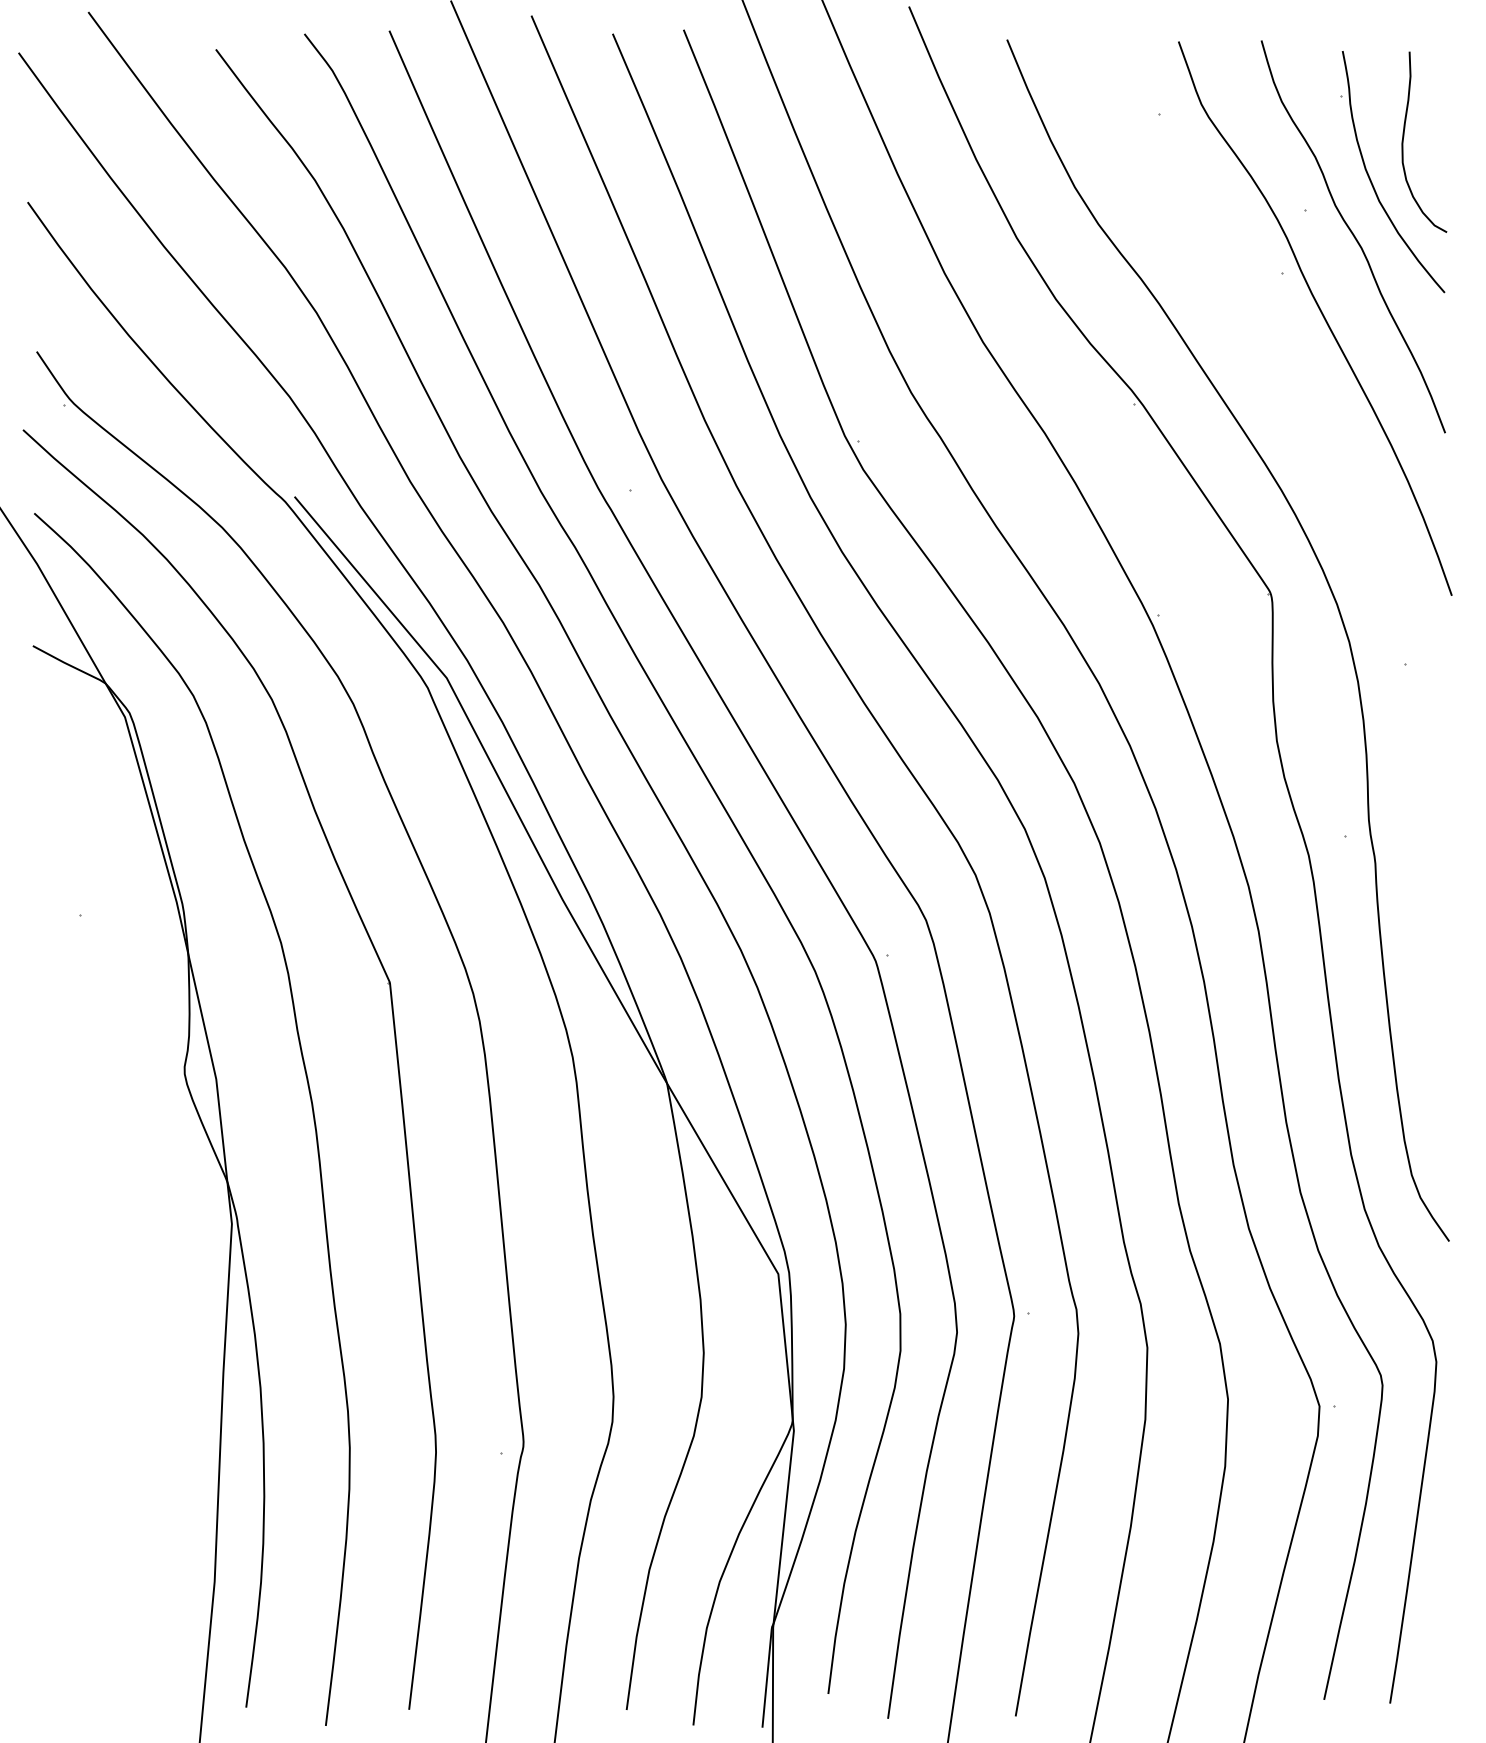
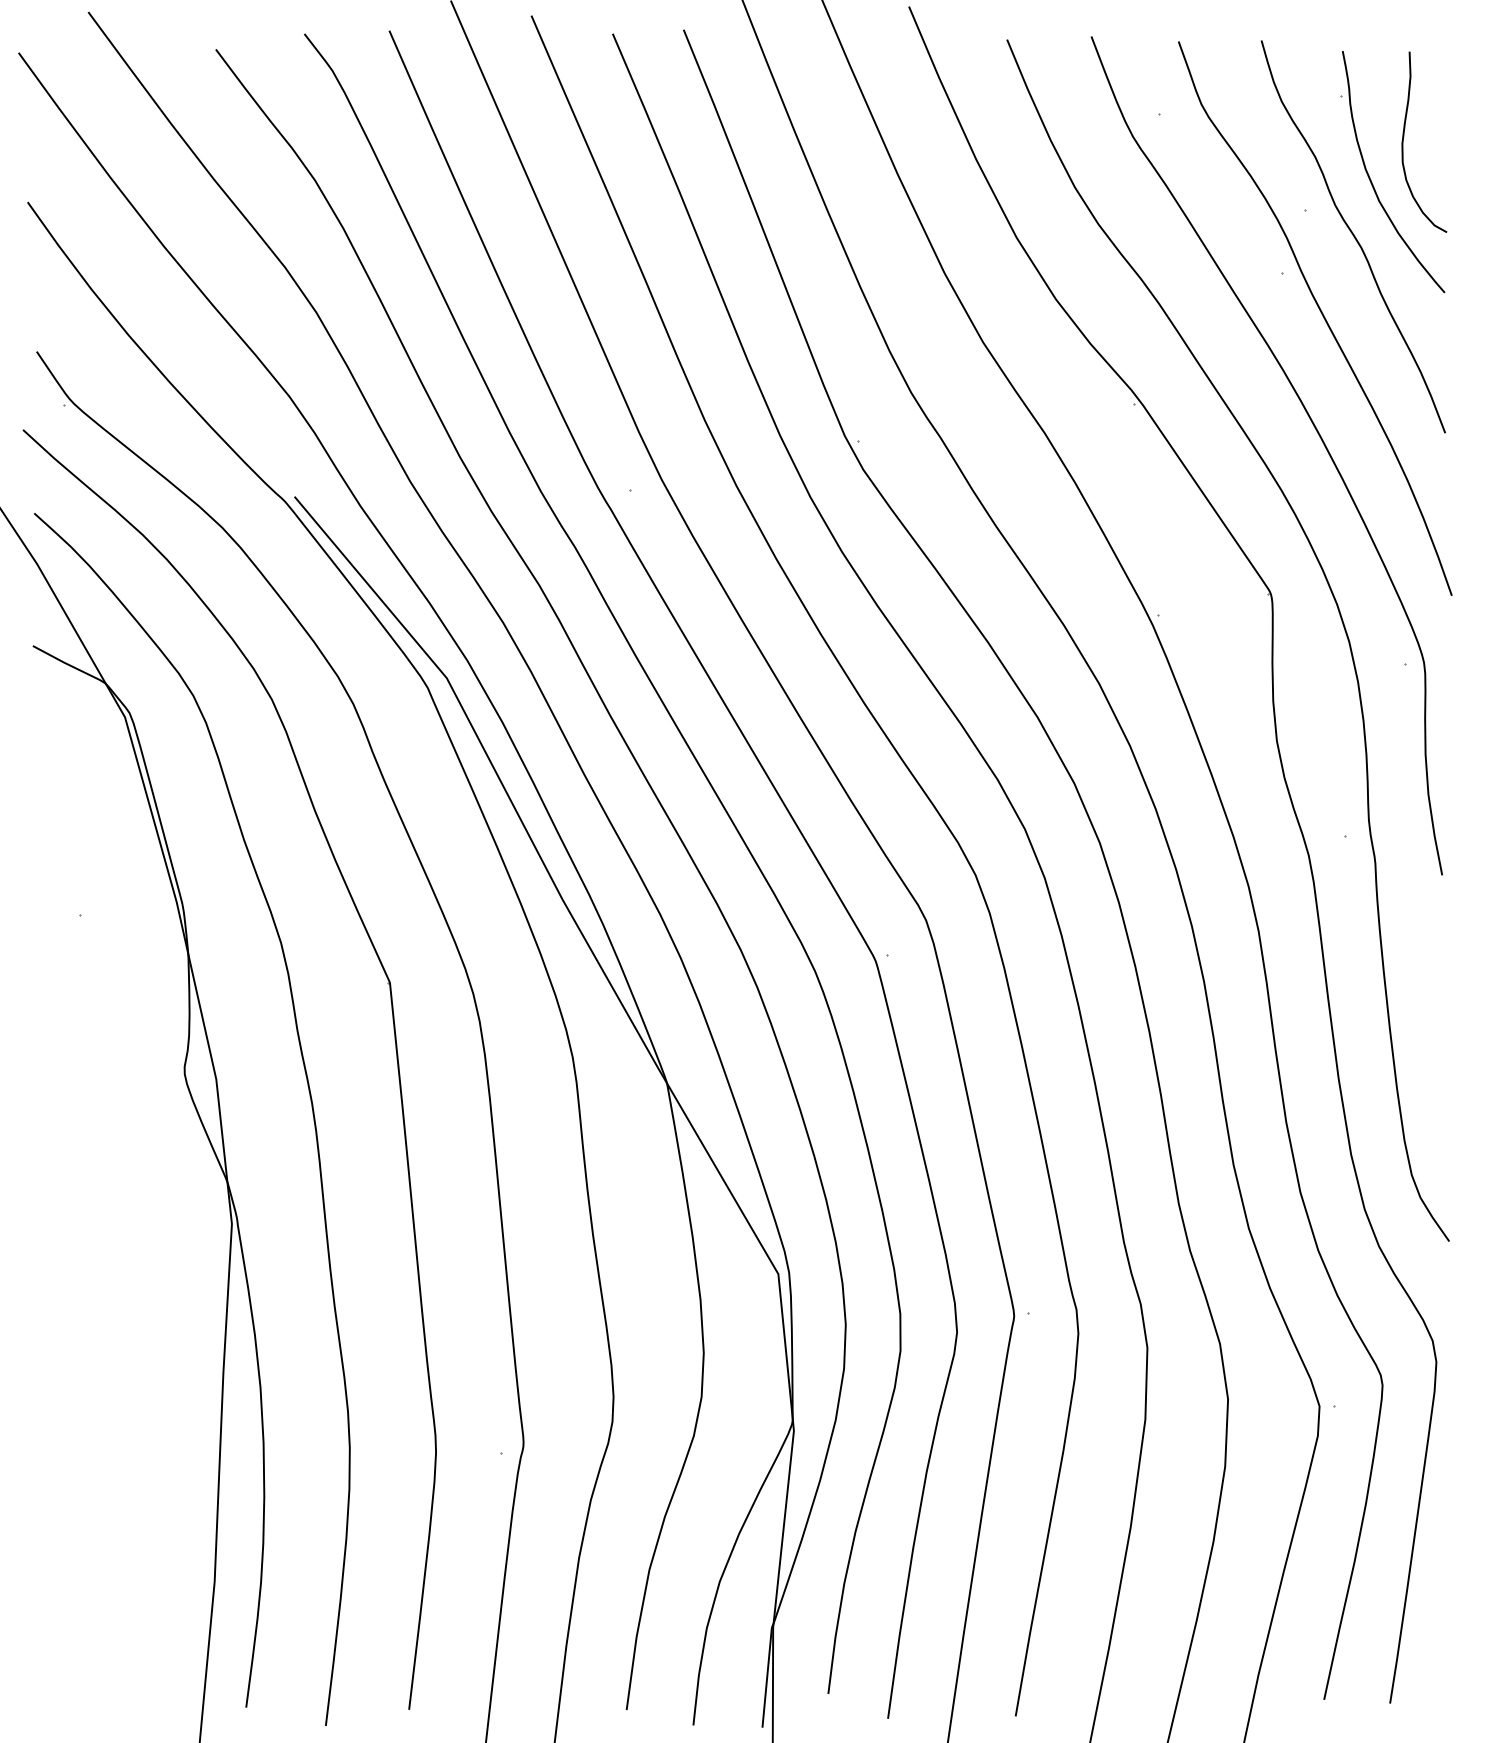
curve at (1314, 428): none -> present
